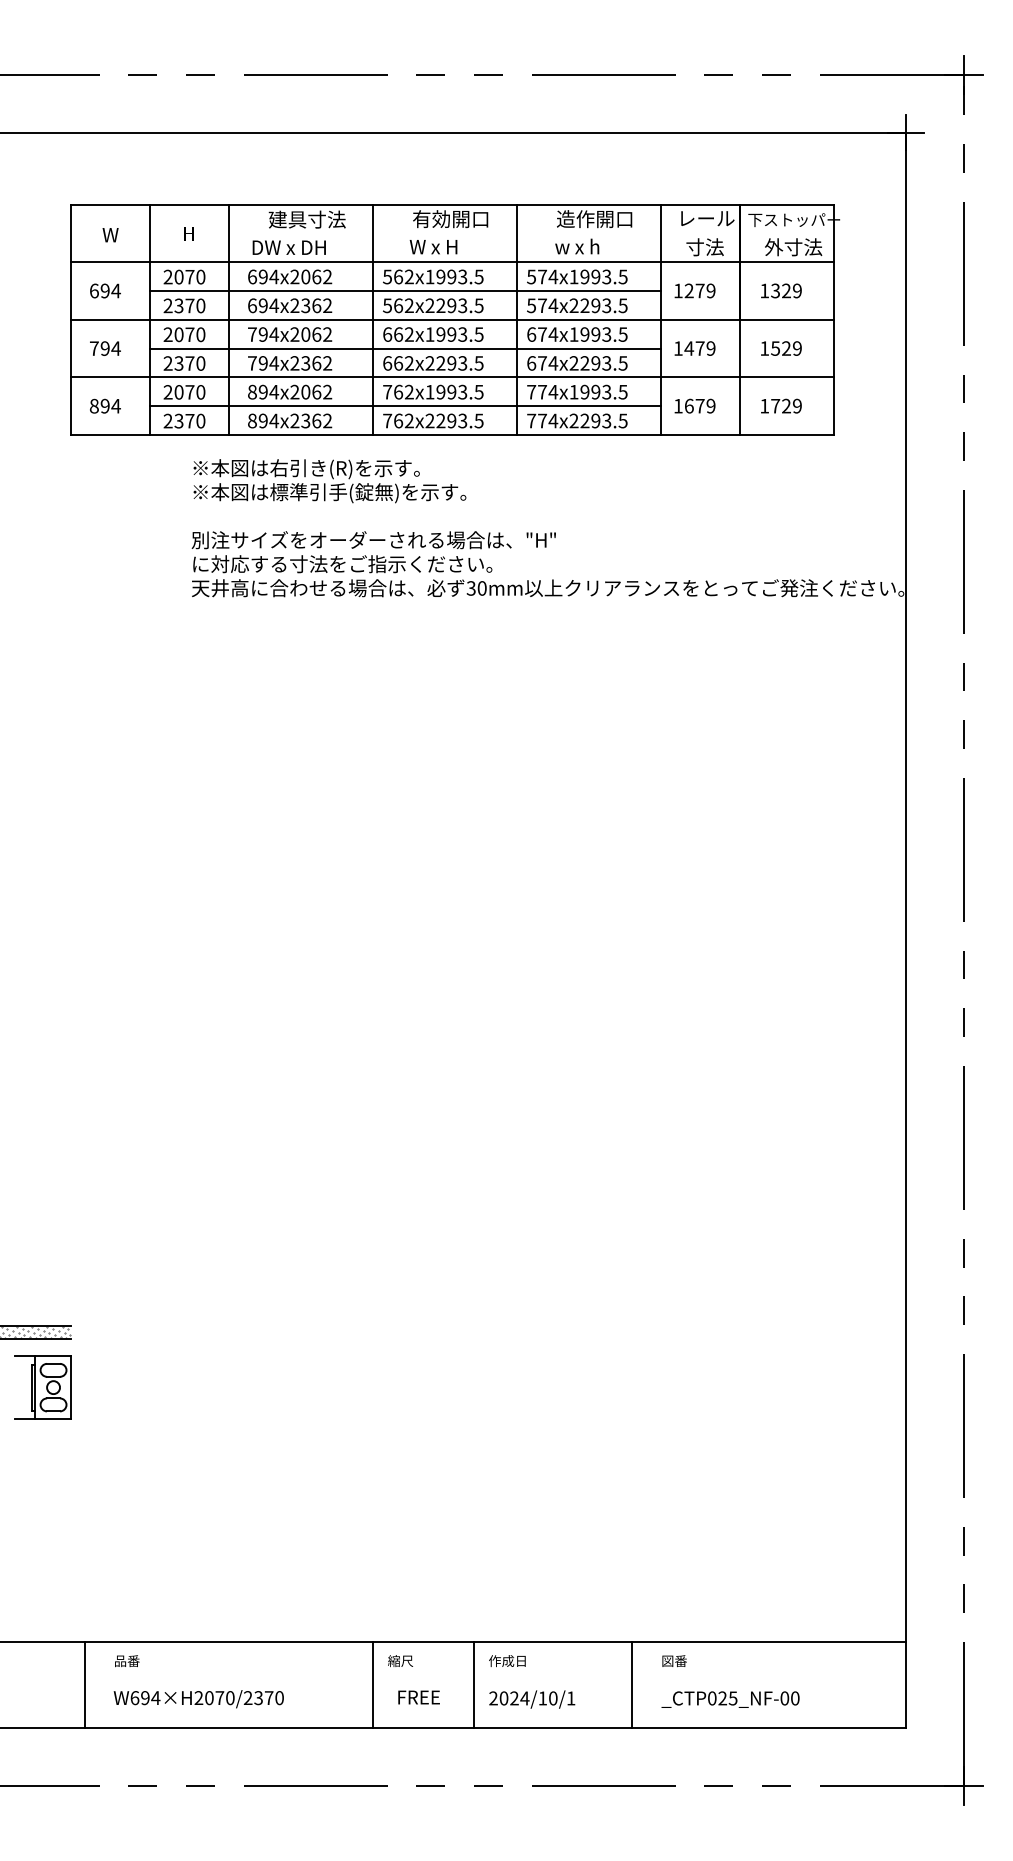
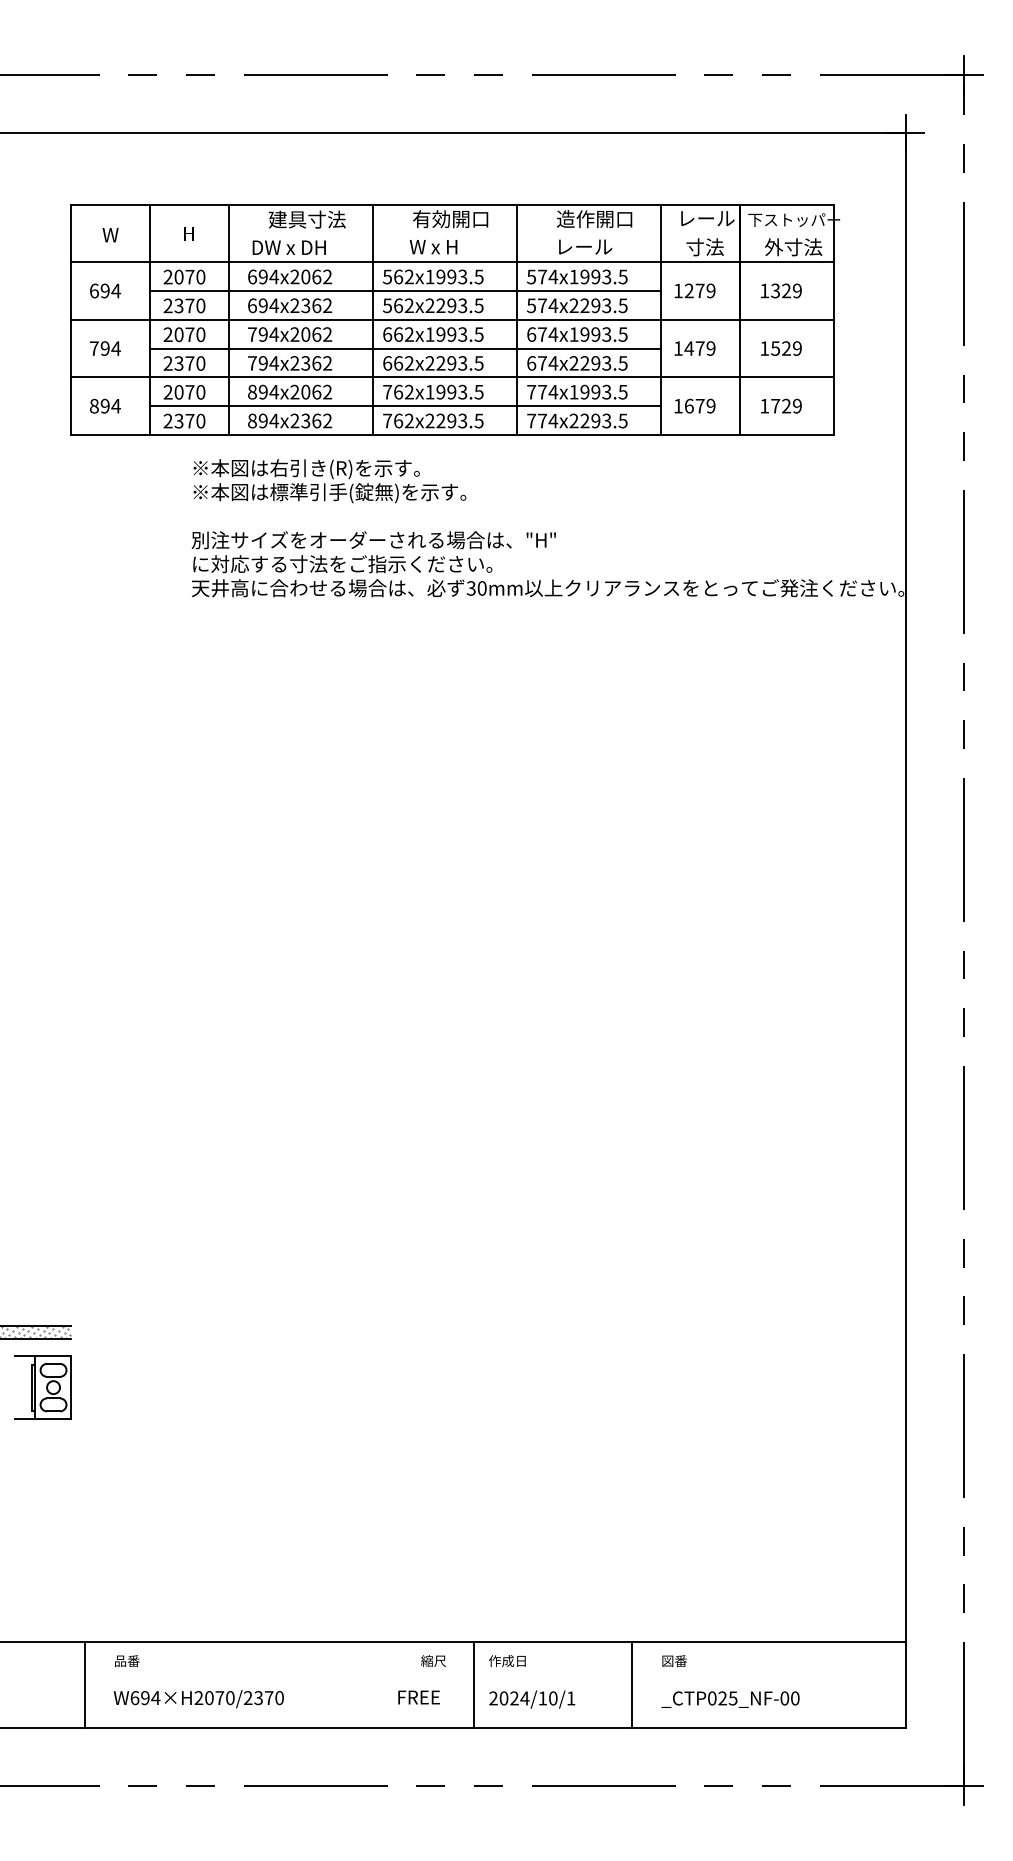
text at (583, 246): w x h -> レール
text at (400, 1661) position: (400, 1661) -> (433, 1661)
line at (373, 1685): present -> none
